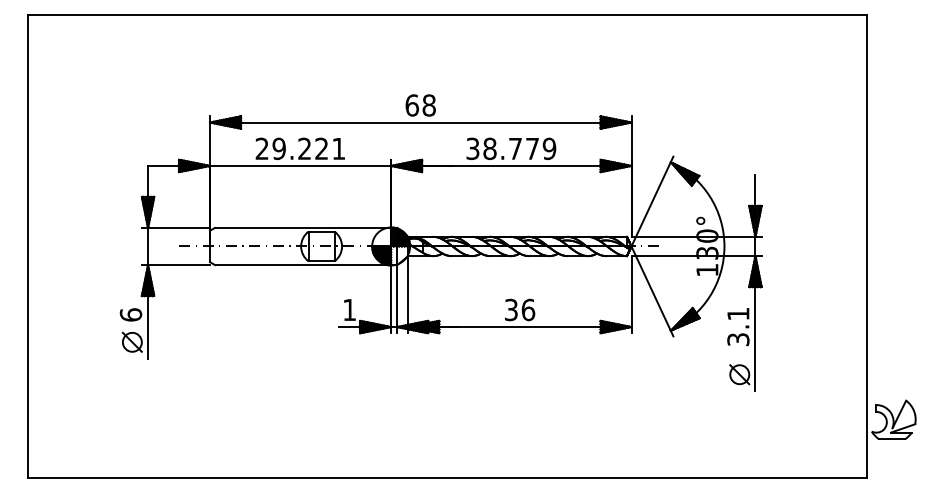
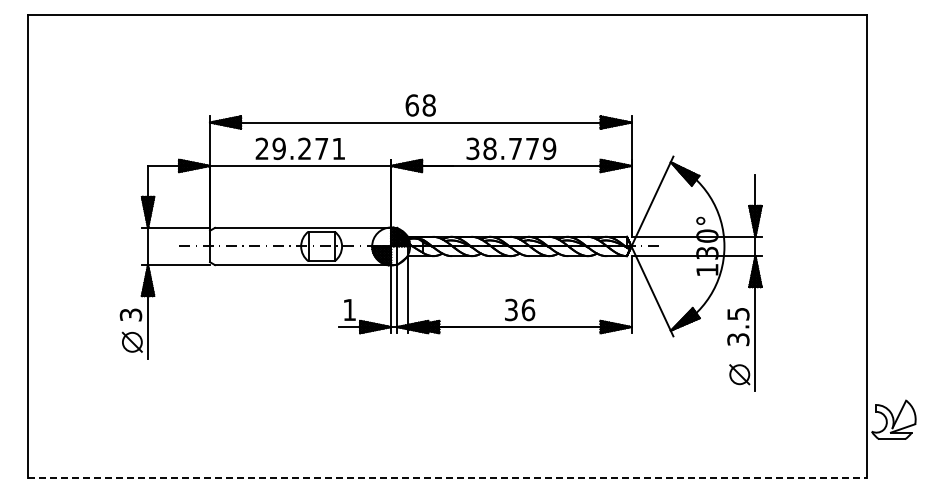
text at (321, 148): 29.221 -> 29.271
text at (130, 314): 6 -> 3
text at (738, 314): 3.1 -> 3.5
line at (448, 478): solid -> dashed
